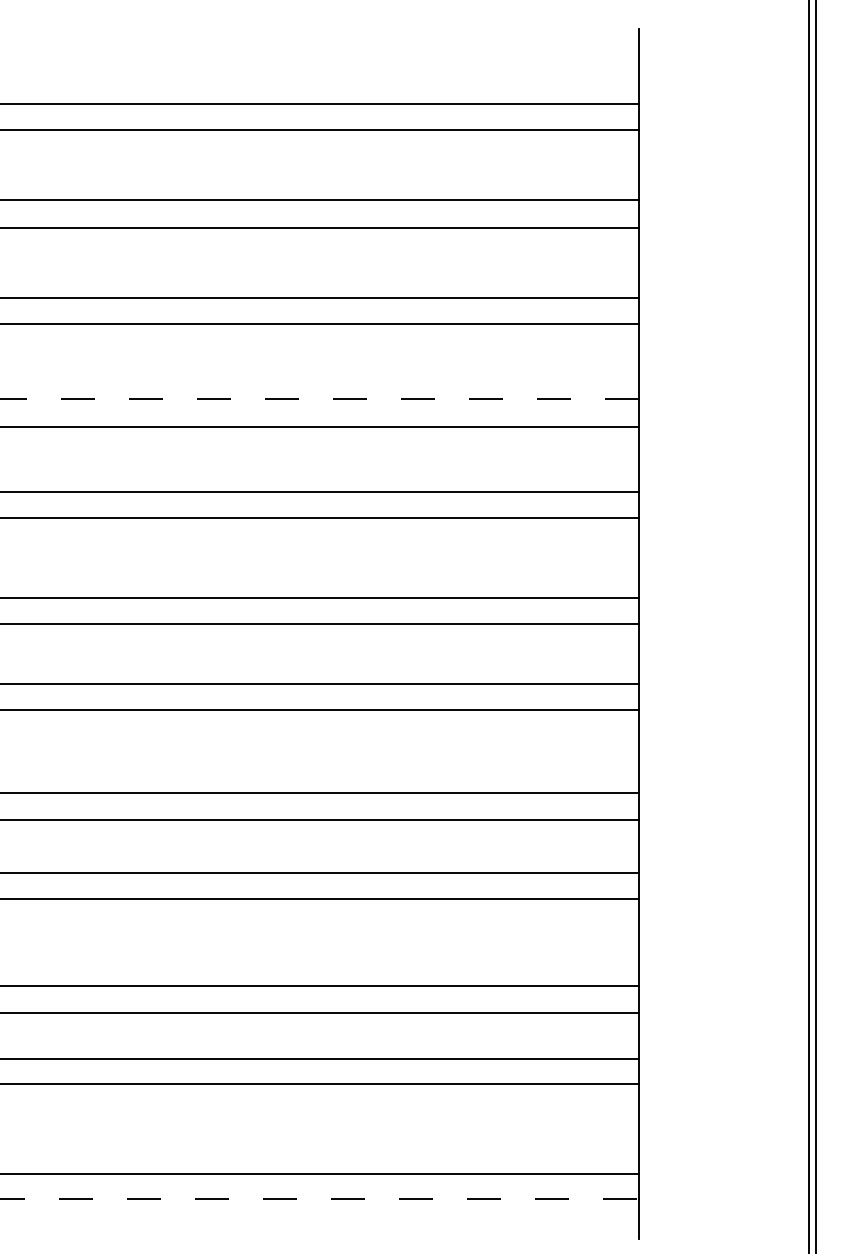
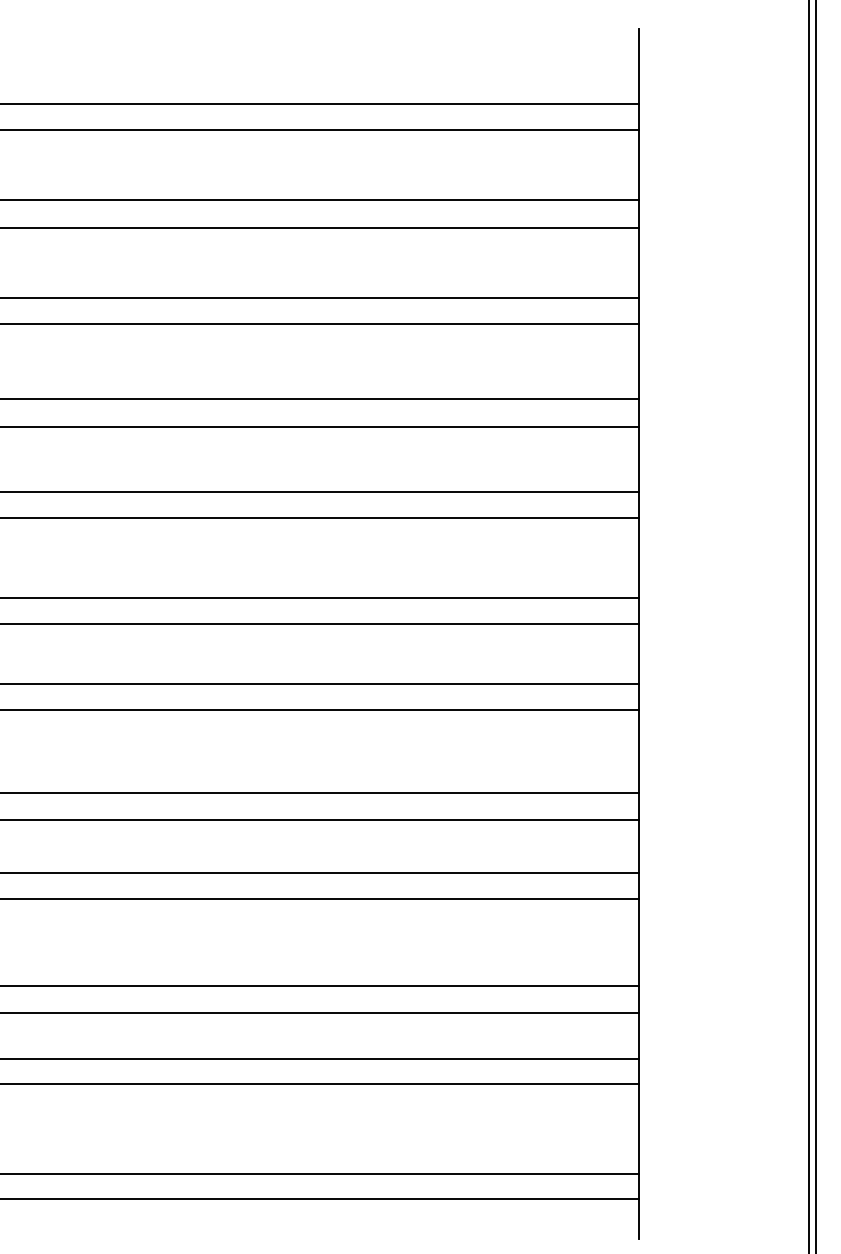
line at (319, 399): dashed -> solid
line at (320, 1199): dashed -> solid
